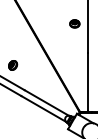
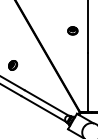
part at (74, 23) position: (74, 23) -> (72, 30)
